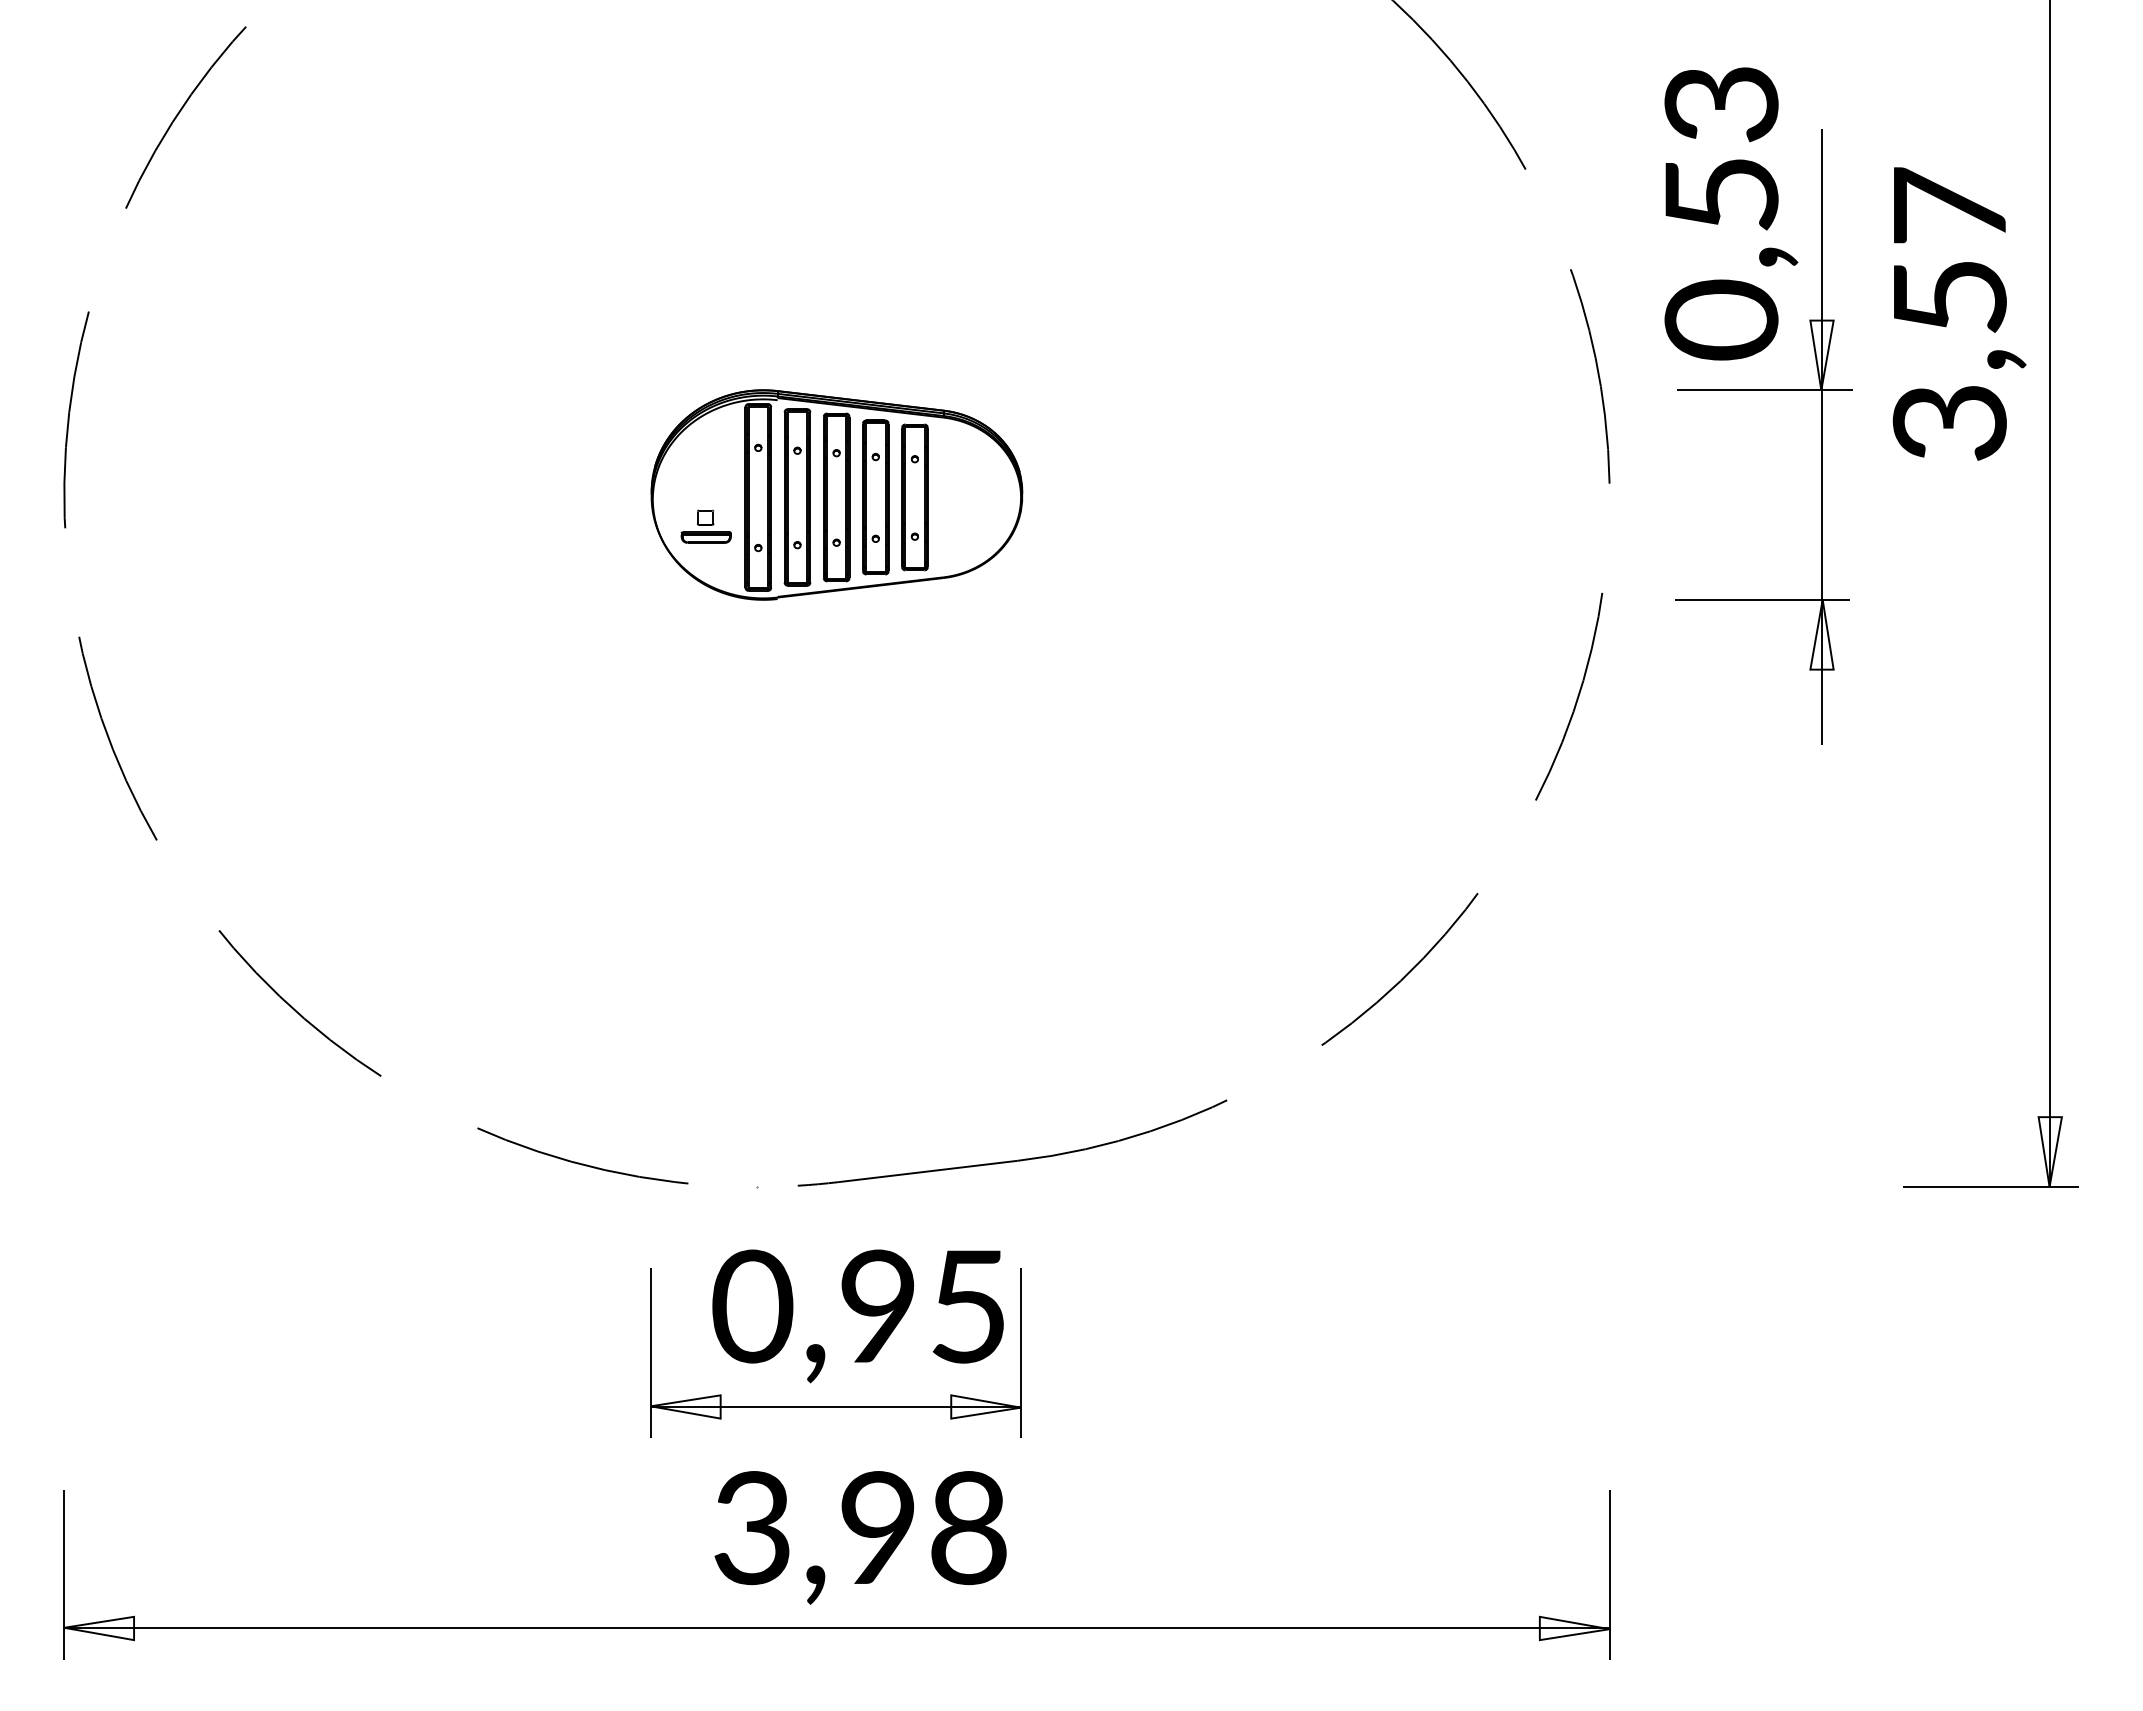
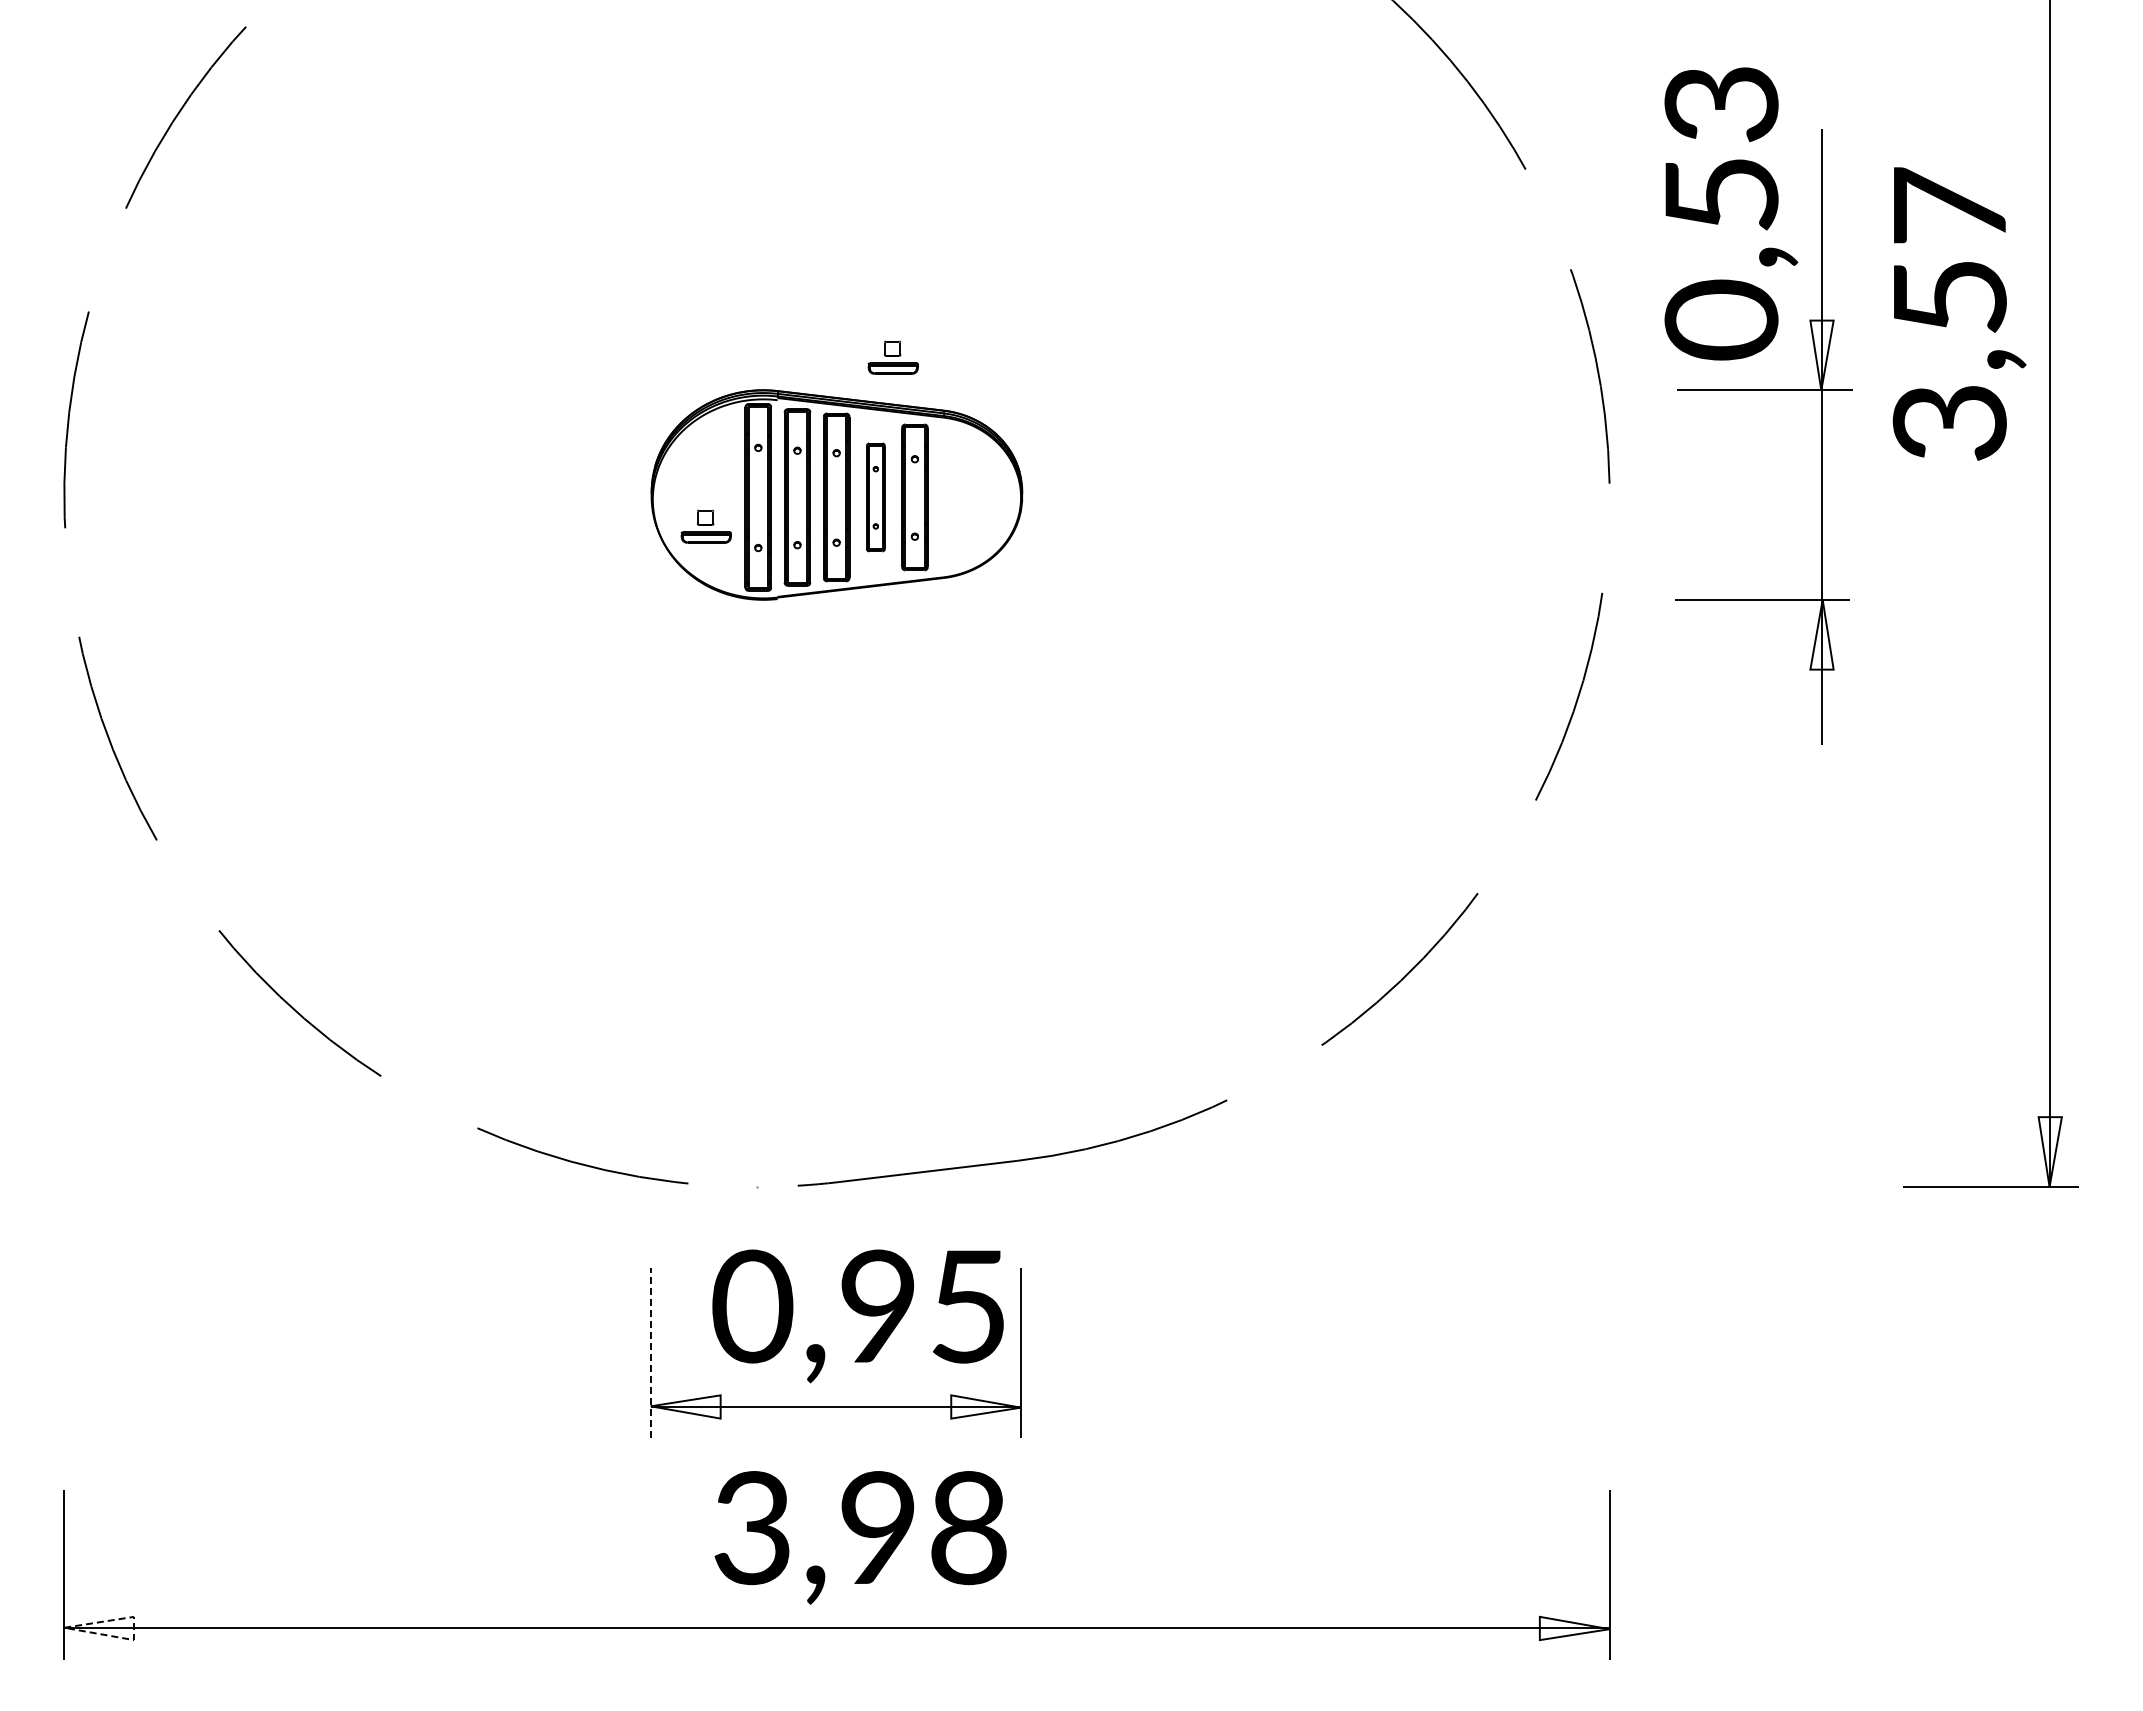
part at (892, 357): none -> present
part at (875, 497) size: 28x157 px -> 20x111 px
line at (650, 1352): solid -> dashed
line at (134, 1628): solid -> dashed
